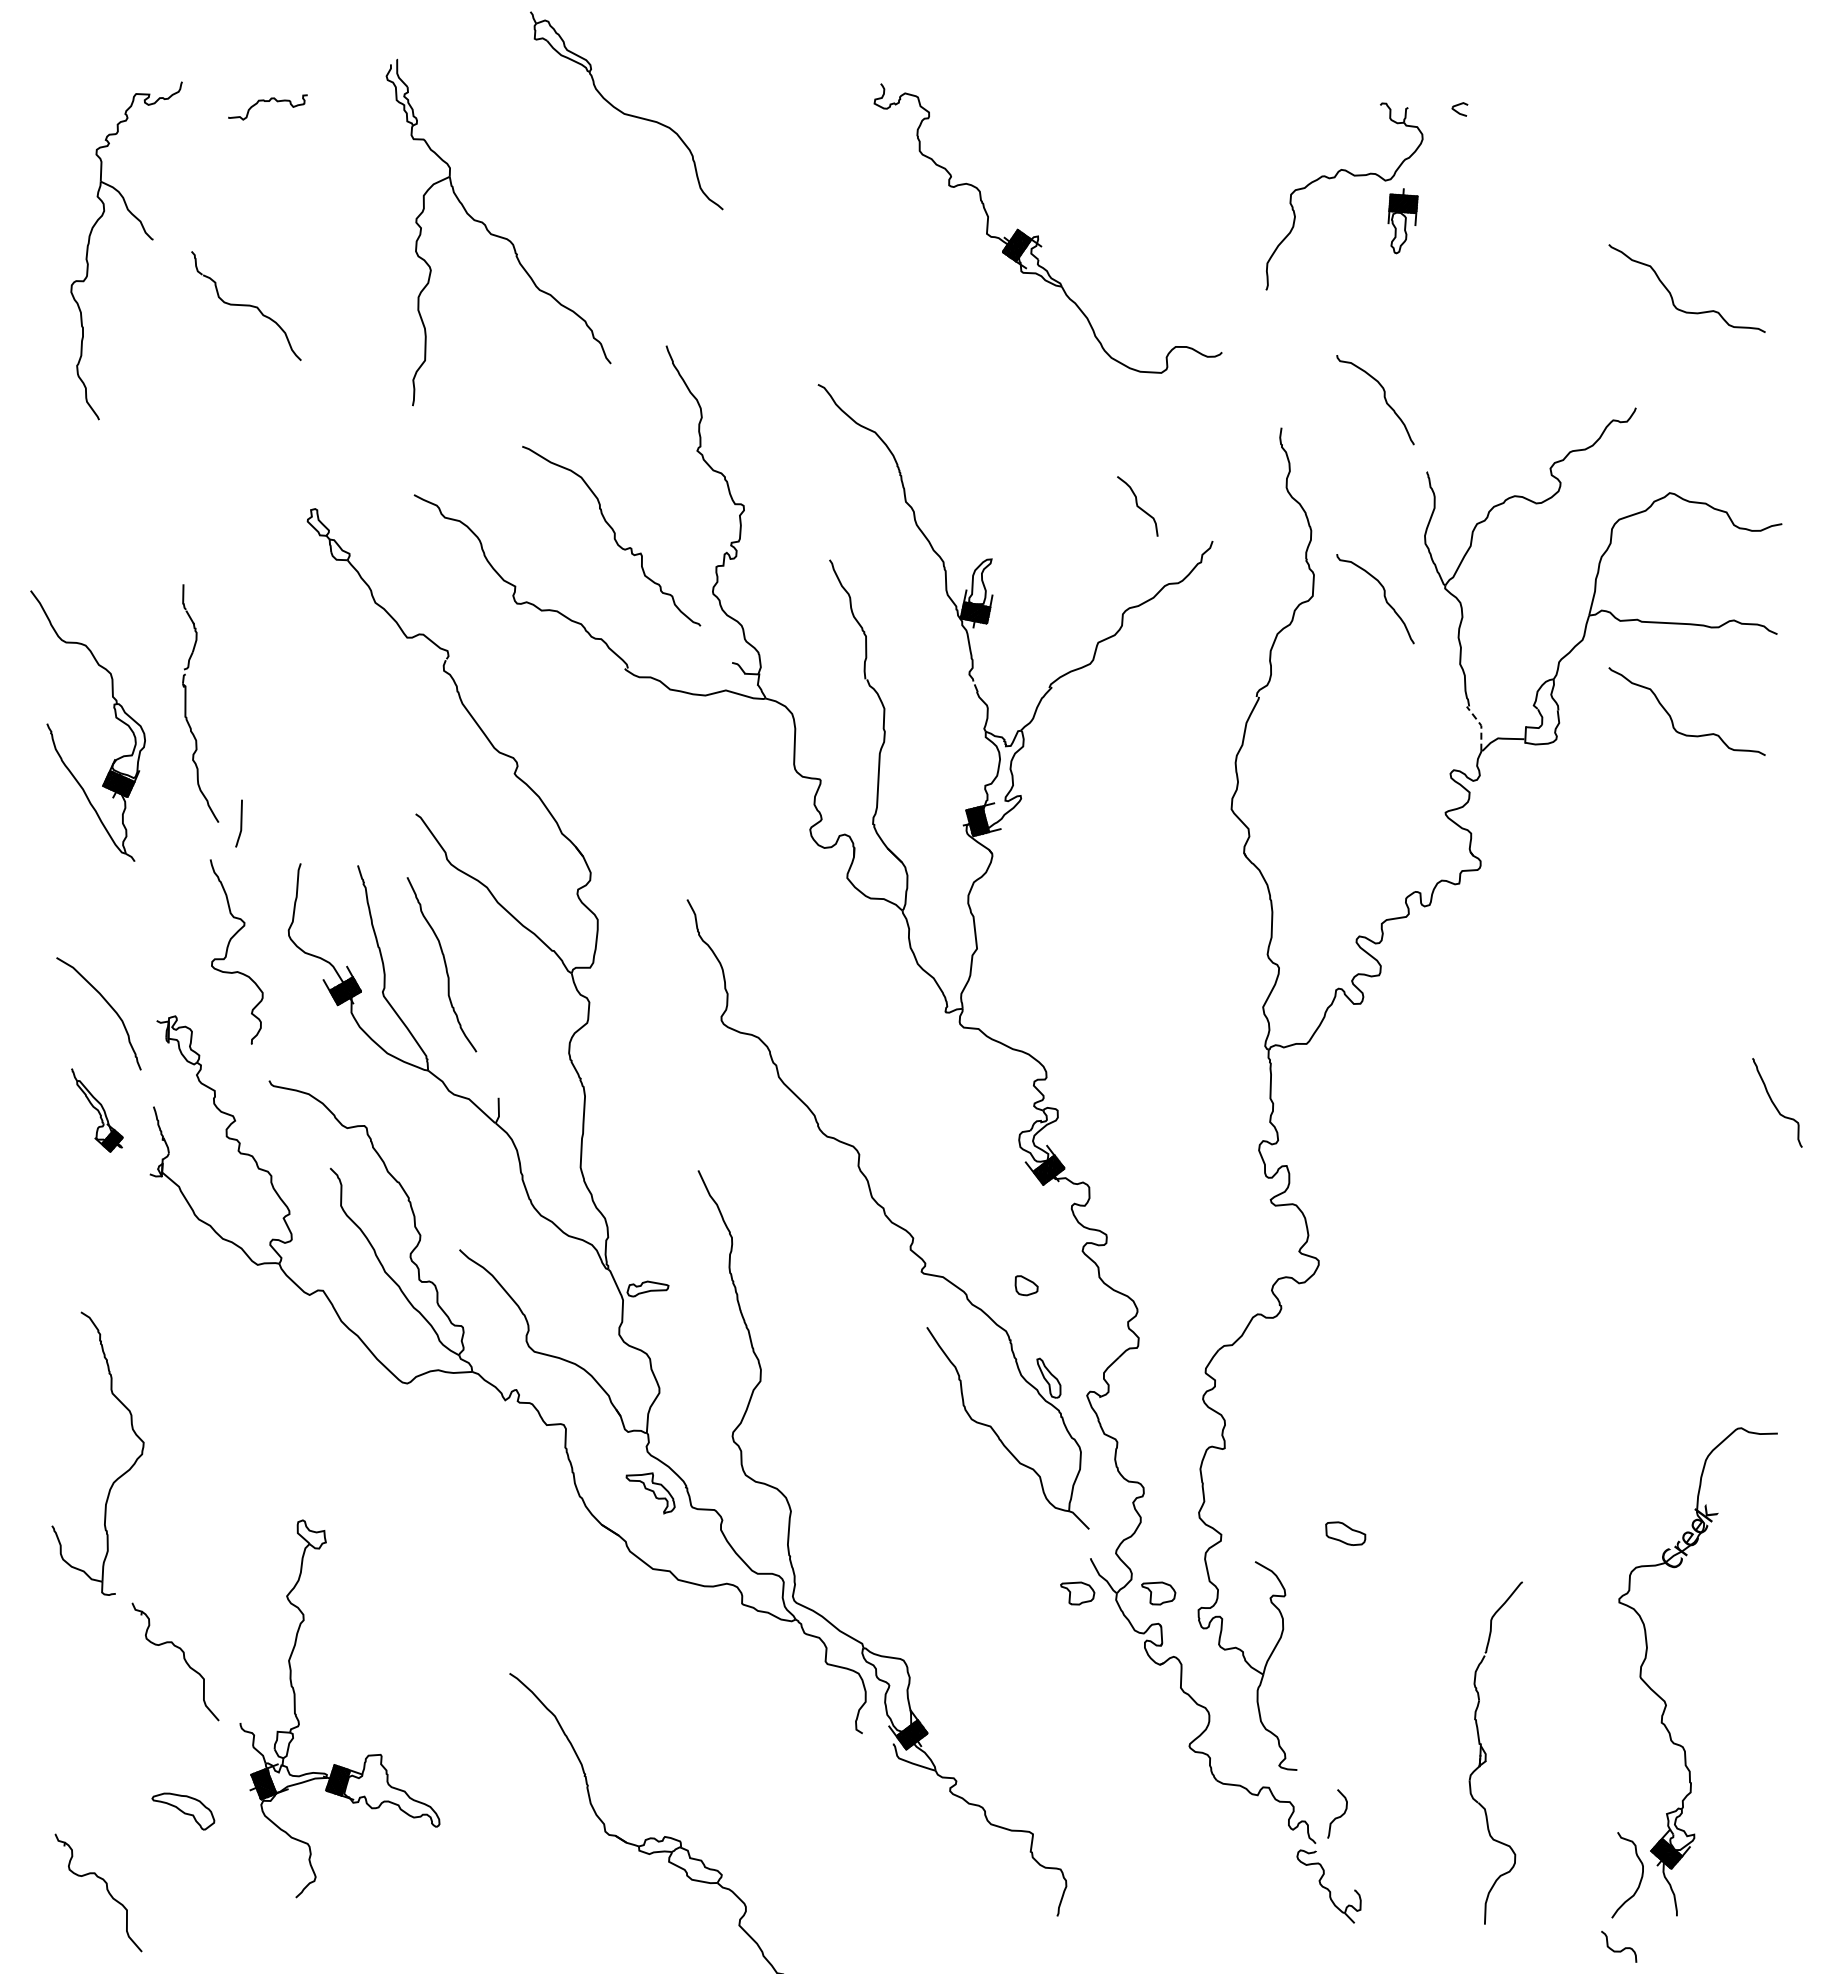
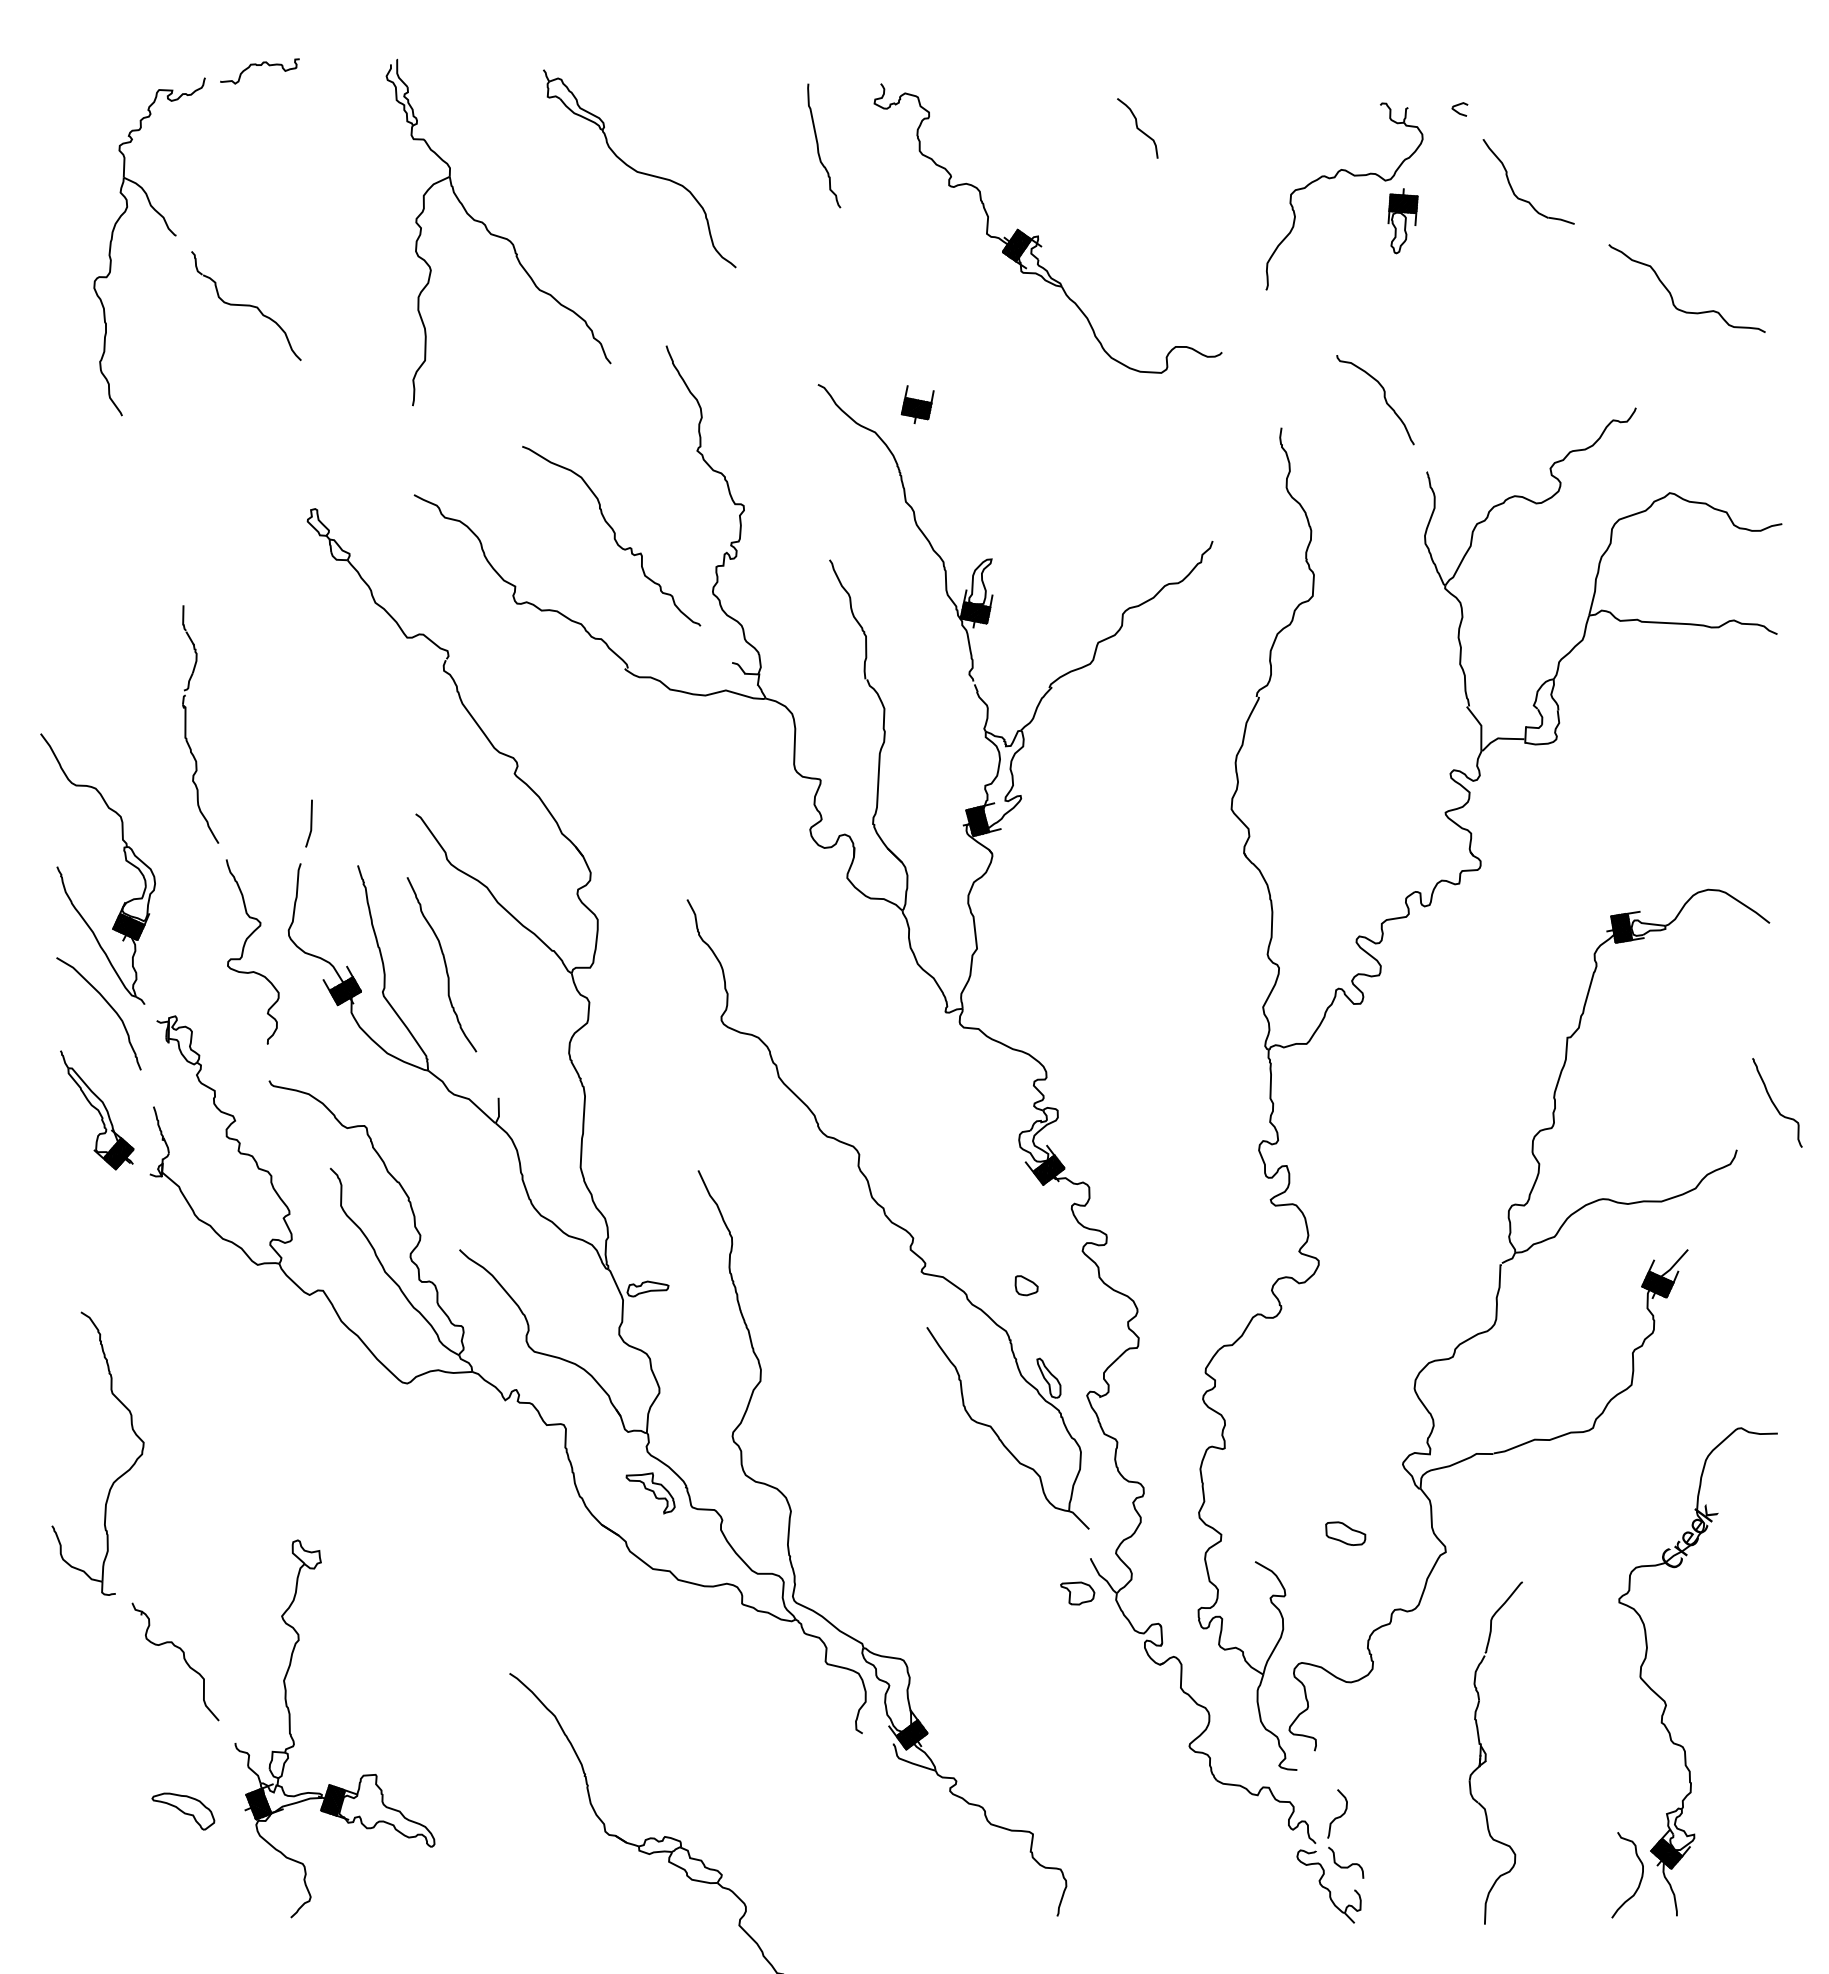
curve at (267, 101) position: (267, 101) -> (259, 65)
part at (626, 110) position: (626, 110) -> (639, 168)
curve at (818, 145): none -> present
part at (1513, 189): none -> present
part at (147, 236) position: (147, 236) -> (170, 232)
part at (917, 404): none -> present
curve at (1137, 506) position: (1137, 506) -> (1137, 128)
curve at (1383, 596): present -> none
part at (186, 703) position: (186, 703) -> (186, 724)
curve at (1671, 716): present -> none
part at (115, 718) position: (115, 718) -> (125, 861)
line at (1481, 725): dashed -> solid
curve at (240, 823) position: (240, 823) -> (310, 823)
curve at (228, 949) position: (228, 949) -> (244, 949)
part at (97, 1110) size: 53x85 px -> 75x121 px
part at (1497, 1319): none -> present
part at (1158, 1593): present -> none
part at (299, 1720) position: (299, 1720) -> (294, 1740)
part at (106, 1890): present -> none
curve at (1621, 1949) position: (1621, 1949) -> (1348, 1865)
